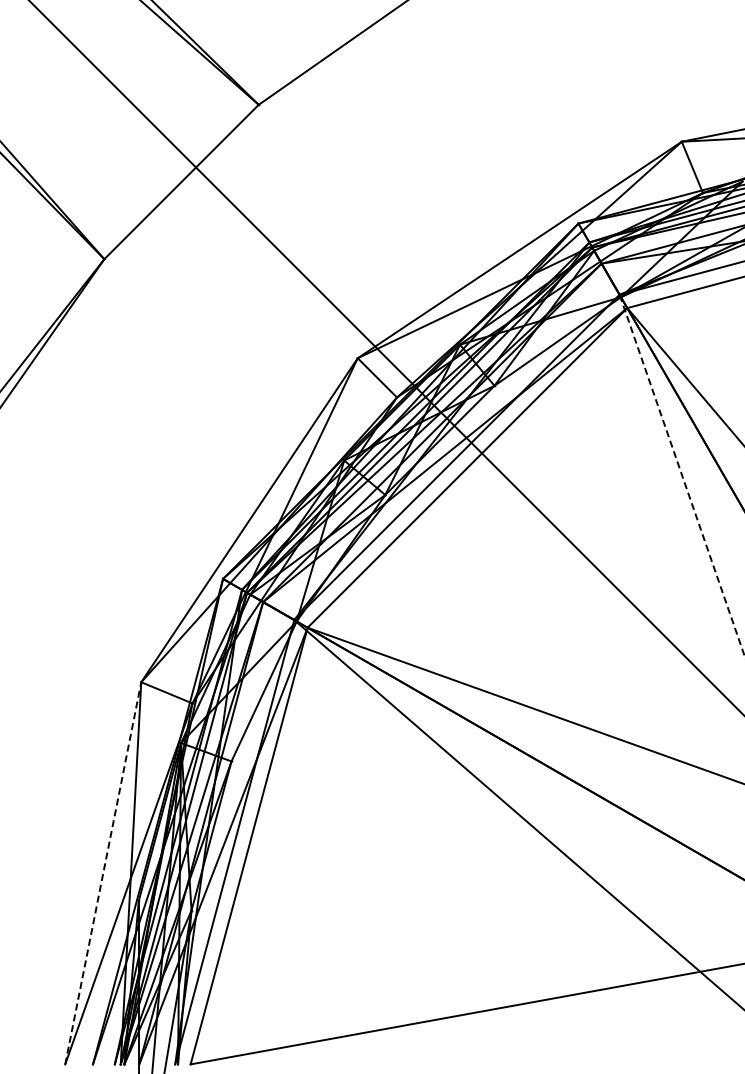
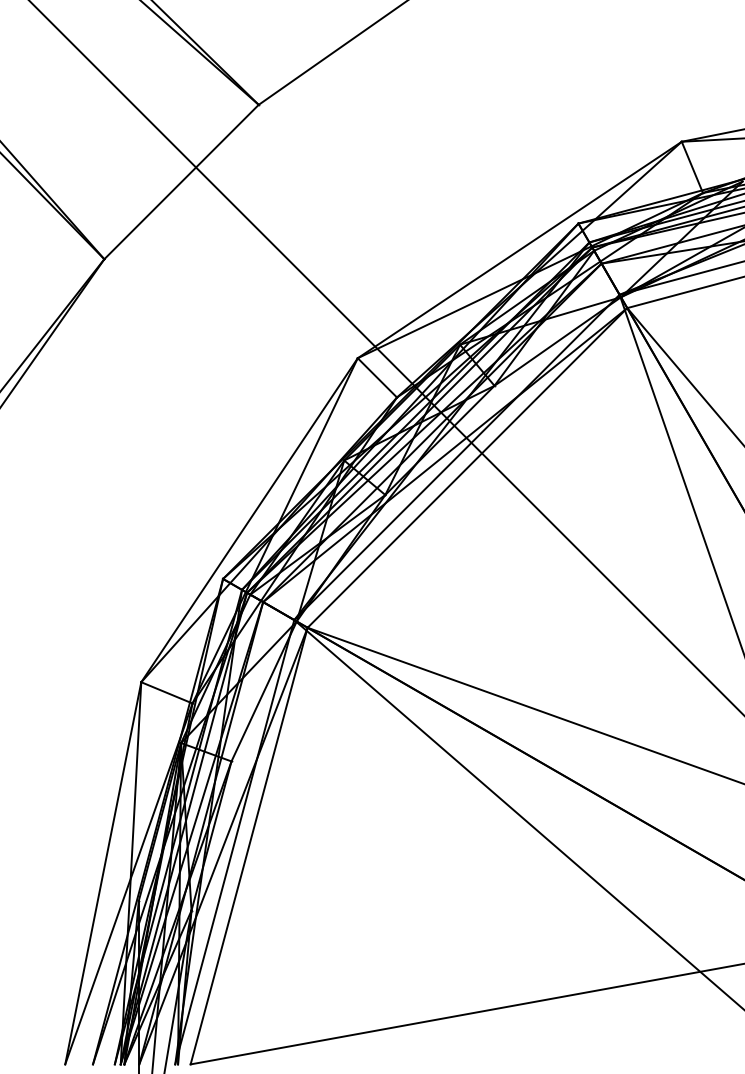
line at (682, 475): dashed -> solid
line at (103, 873): dashed -> solid
